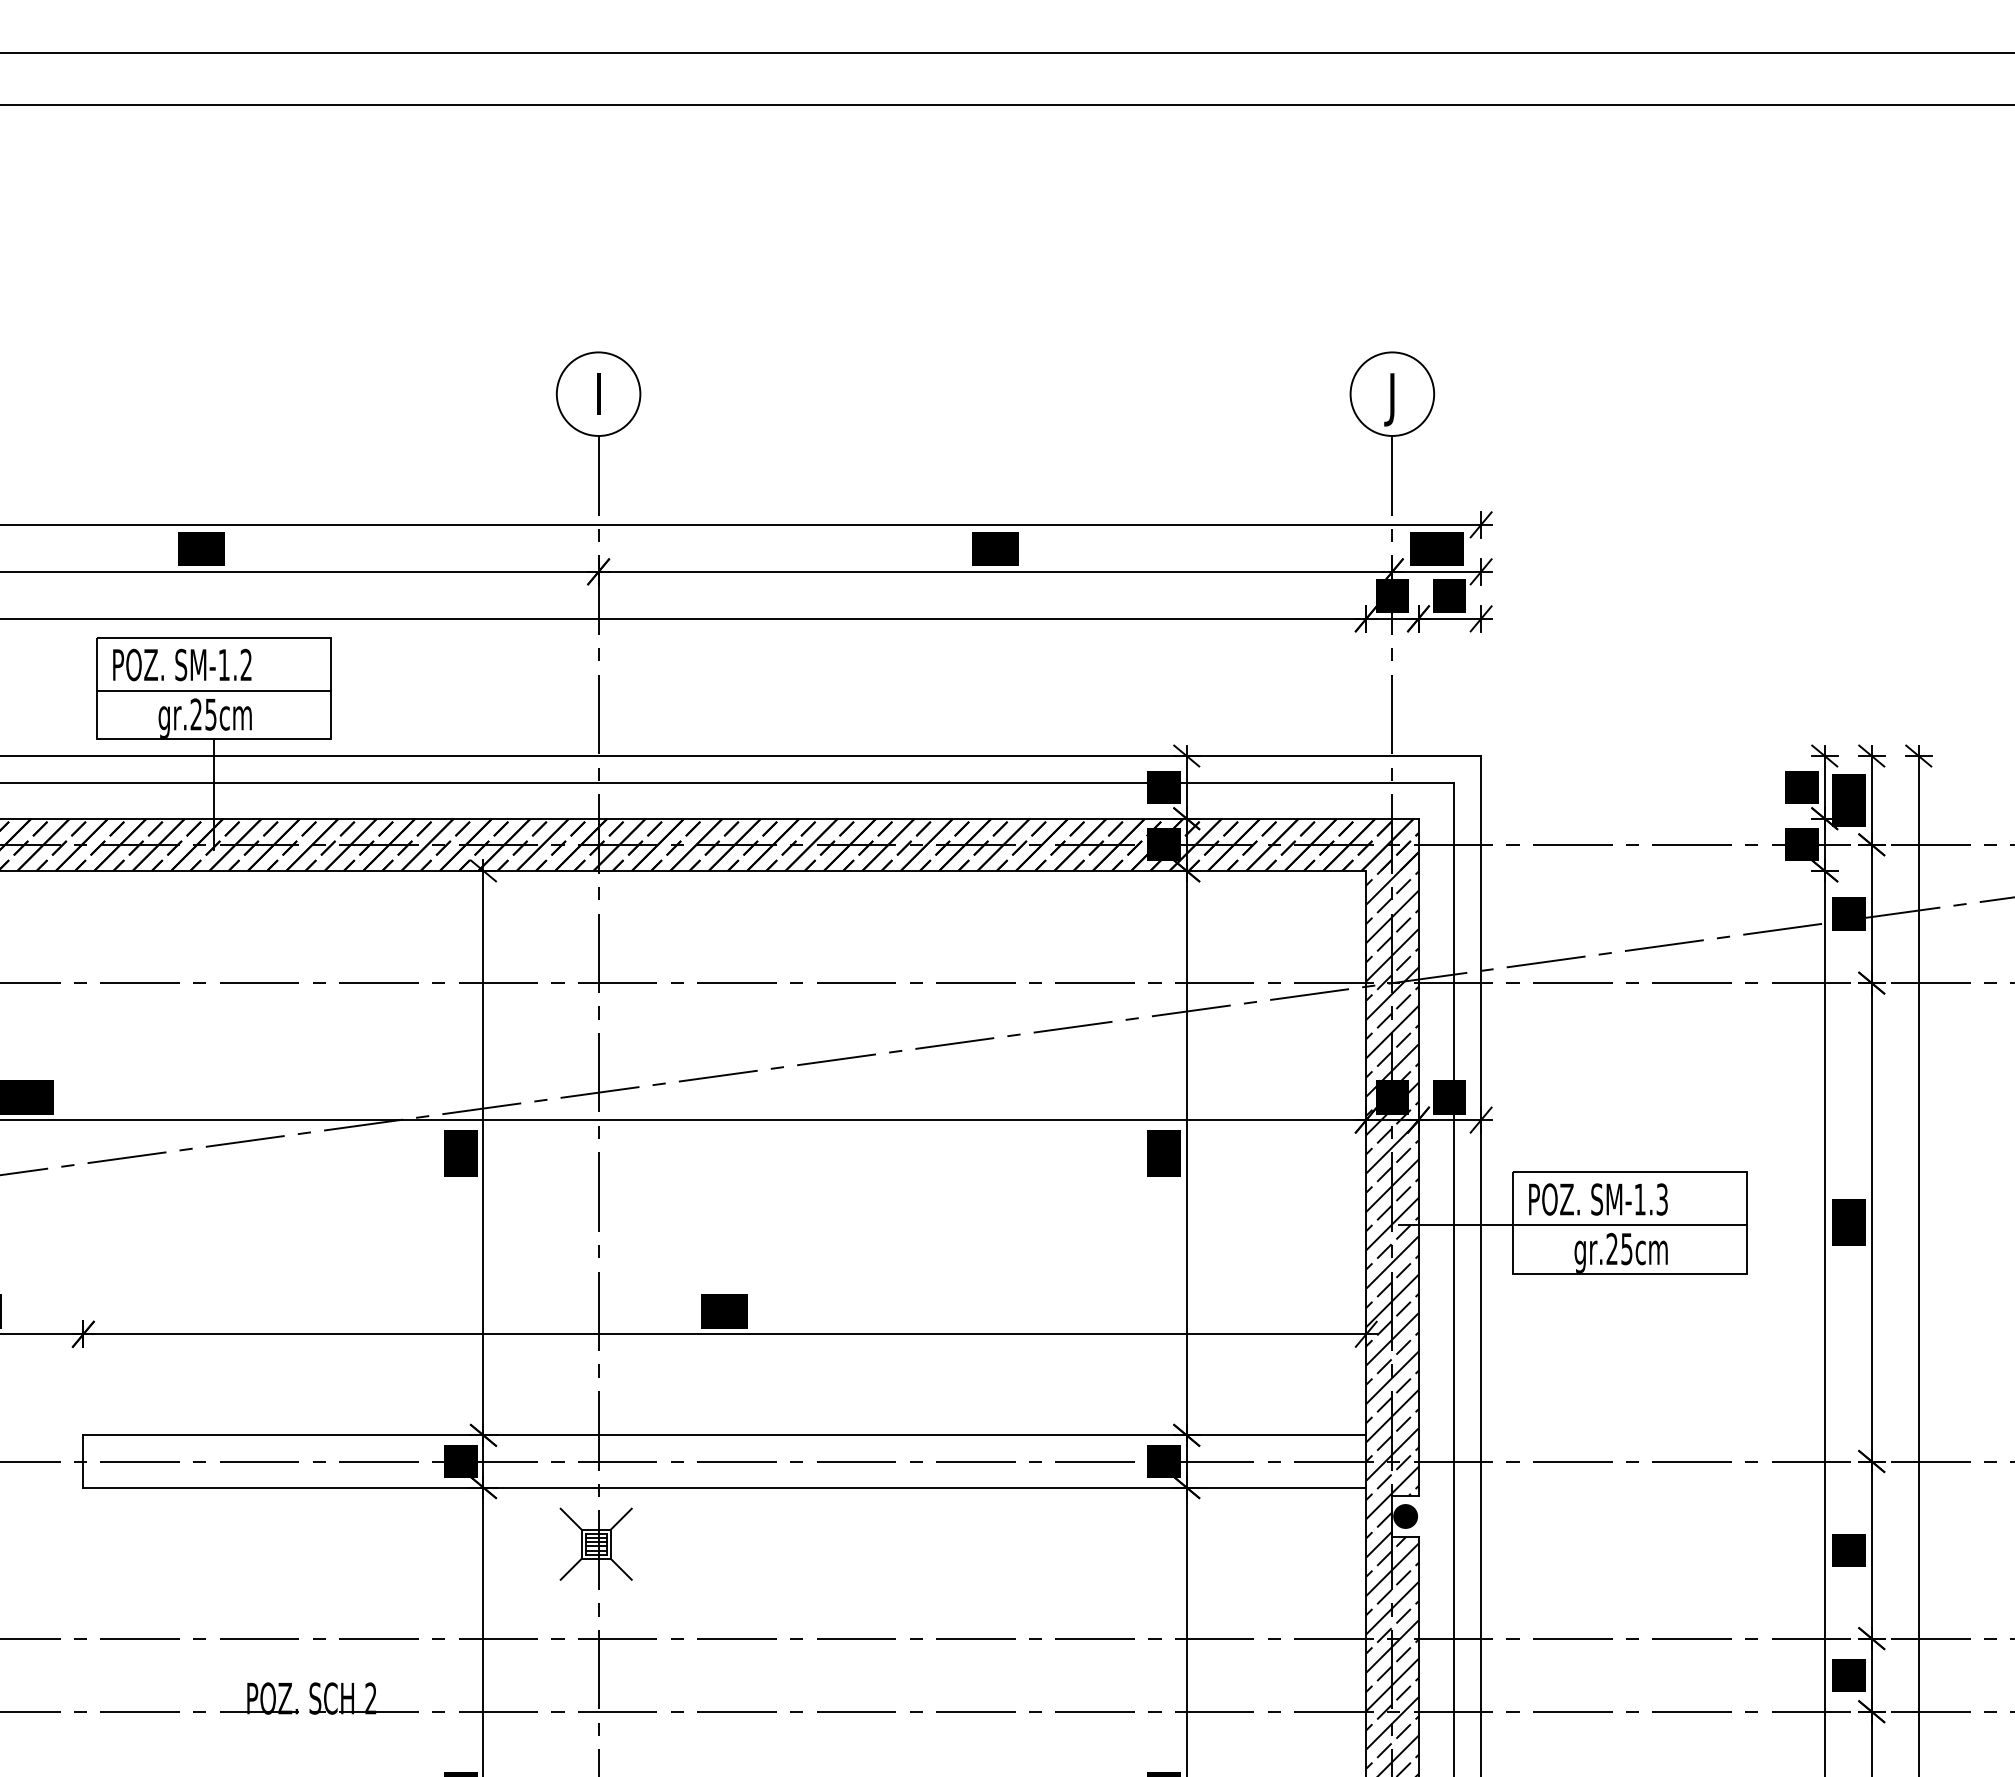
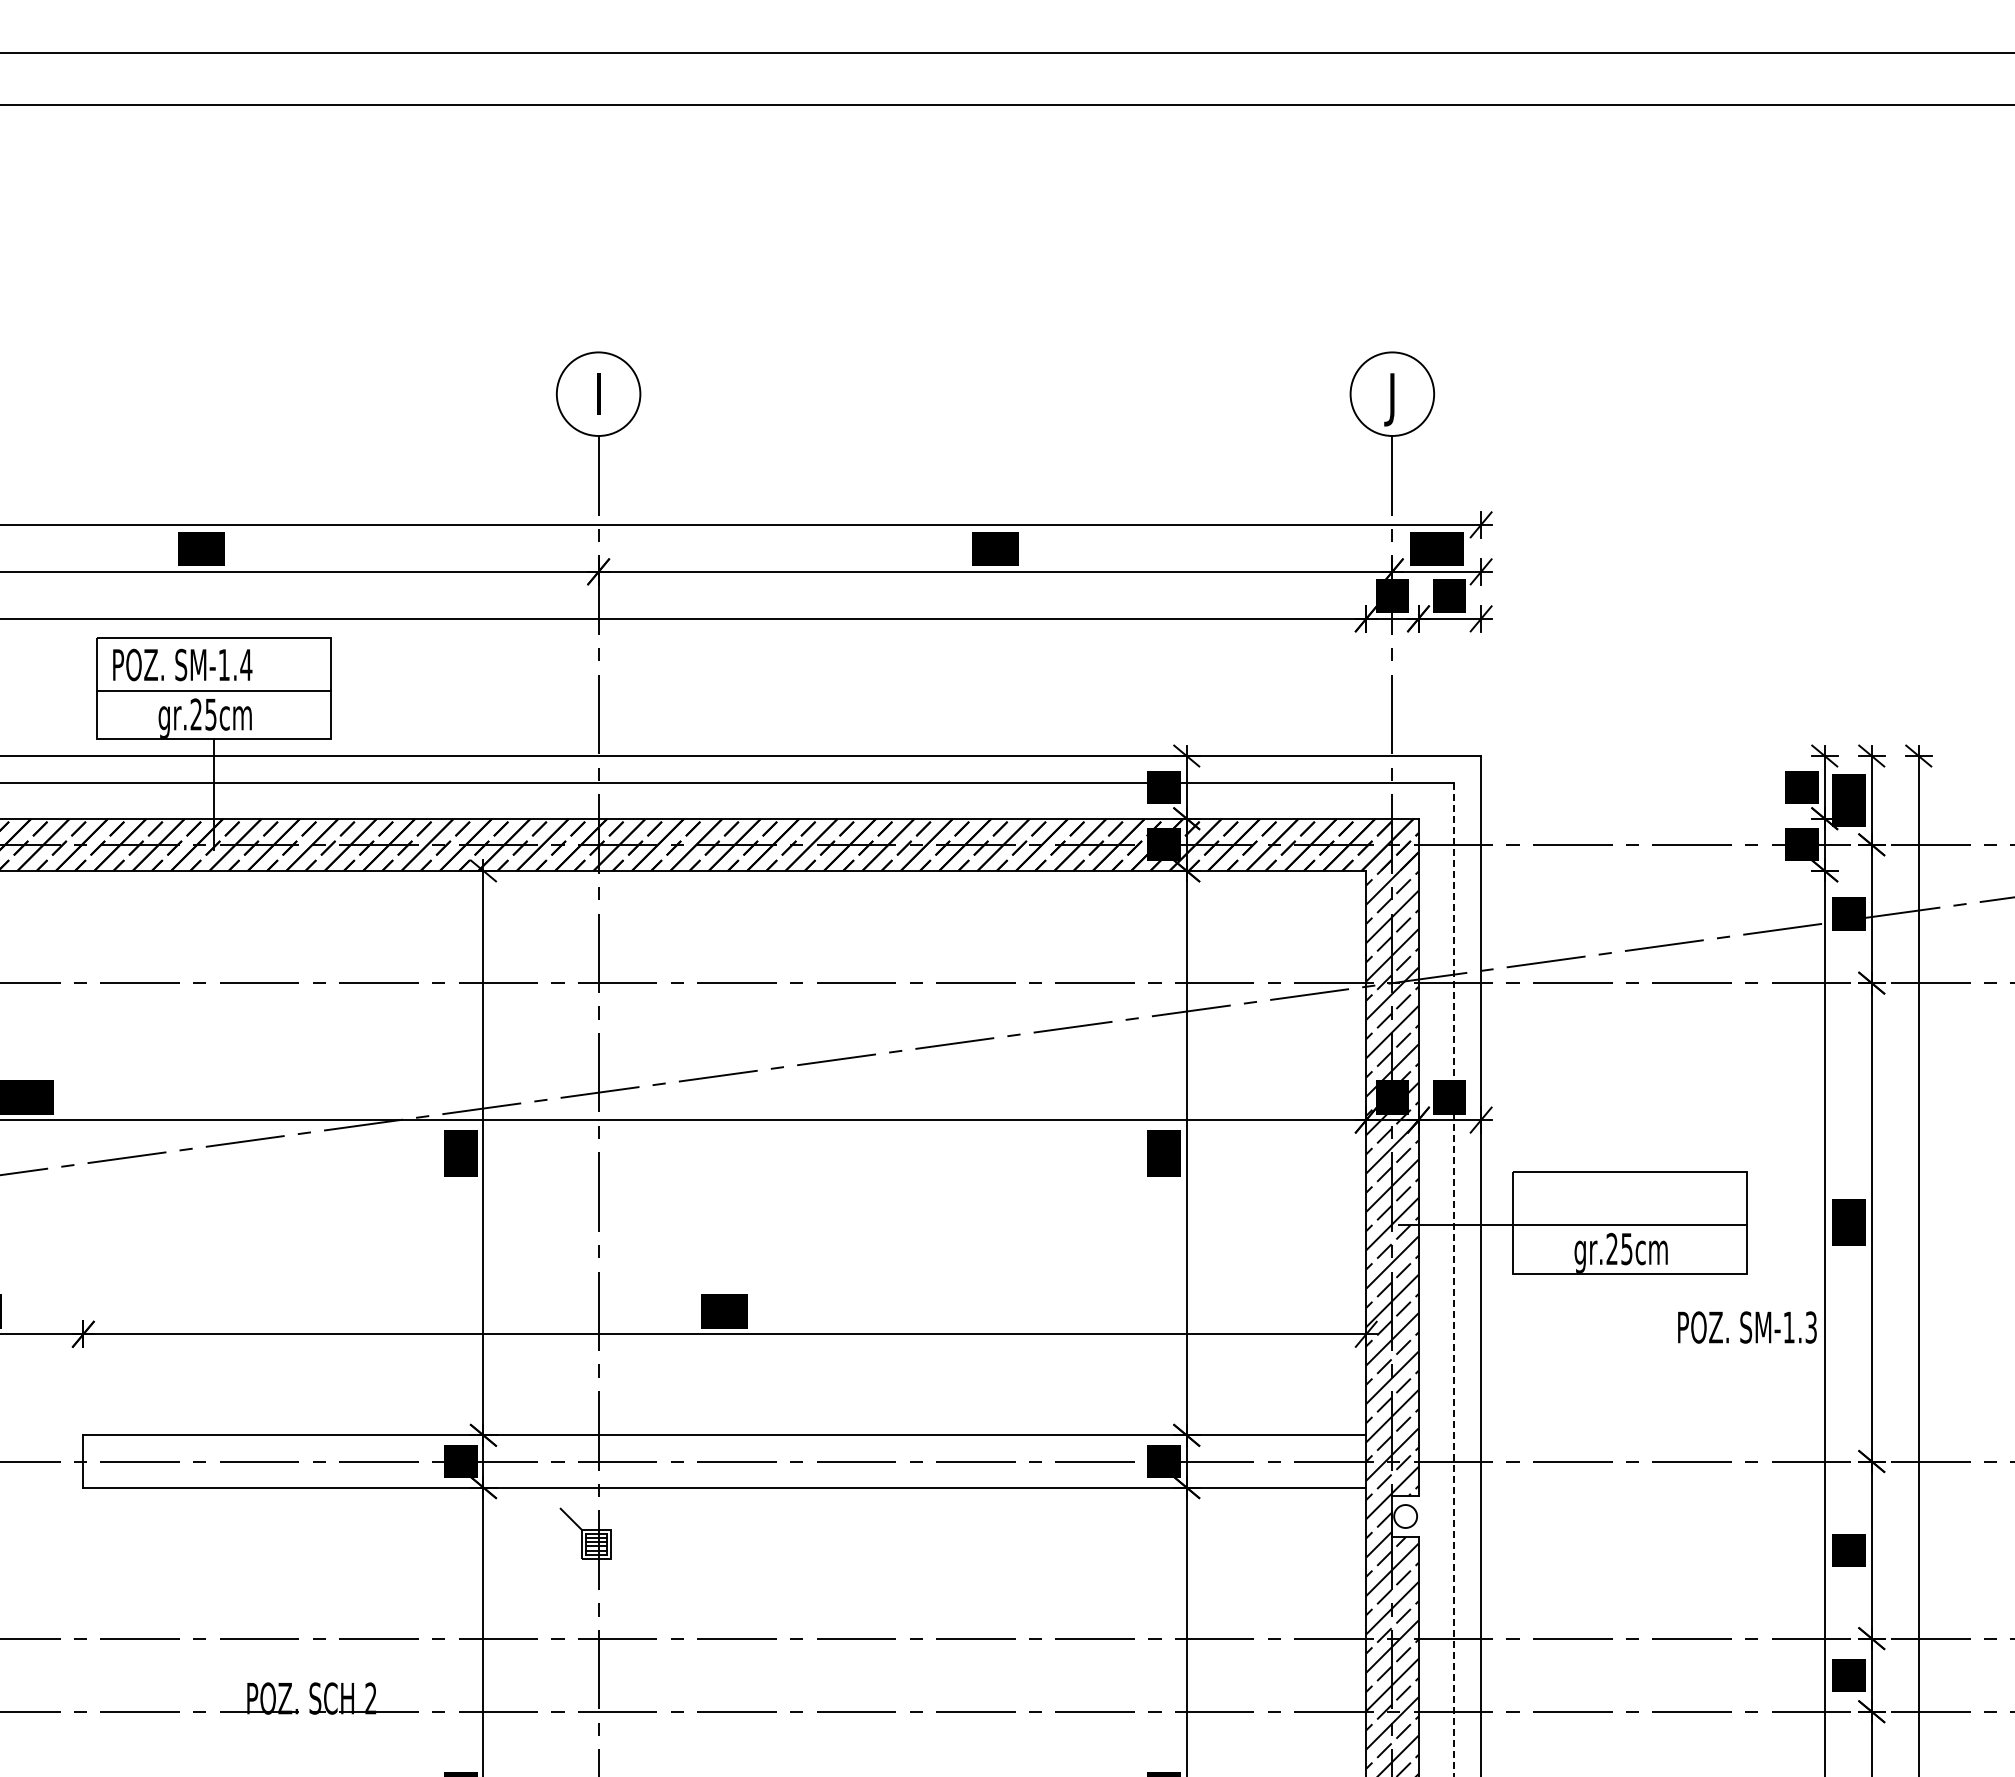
text at (246, 664): SM-1.2 -> SM-1.4
text at (1598, 1199) position: (1598, 1199) -> (1747, 1327)
line at (1454, 1280): solid -> dashed
fill at (1405, 1516): present -> none
line at (620, 1518): present -> none
line at (570, 1568): present -> none
line at (620, 1568): present -> none
